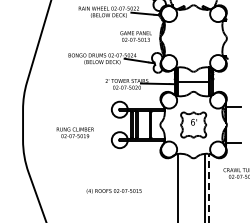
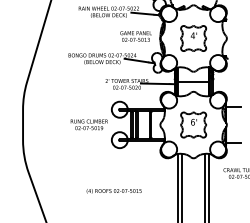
part at (193, 38): none -> present
text at (74, 132) position: (74, 132) -> (88, 124)
line at (182, 186): none -> present
line at (209, 187): dashed -> solid
